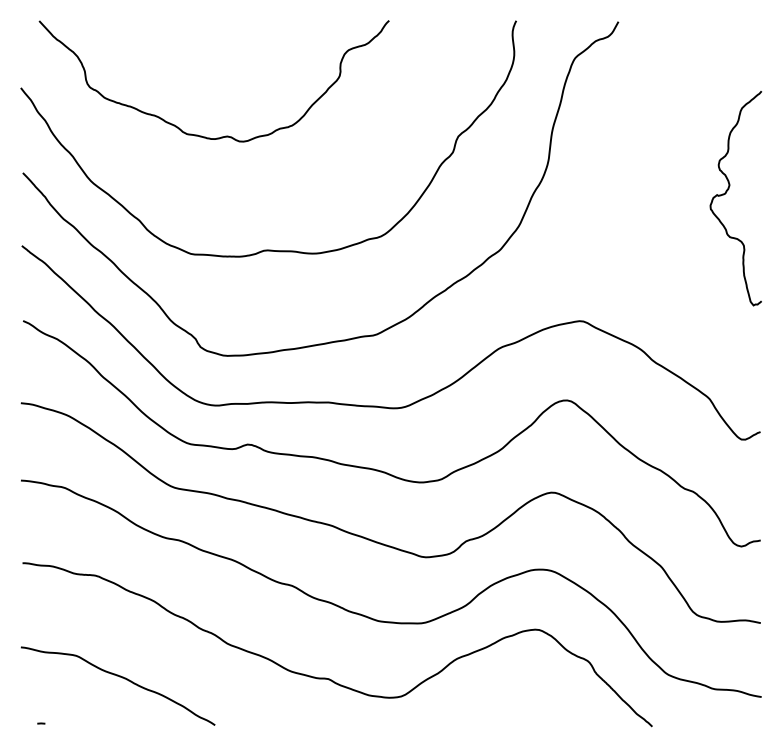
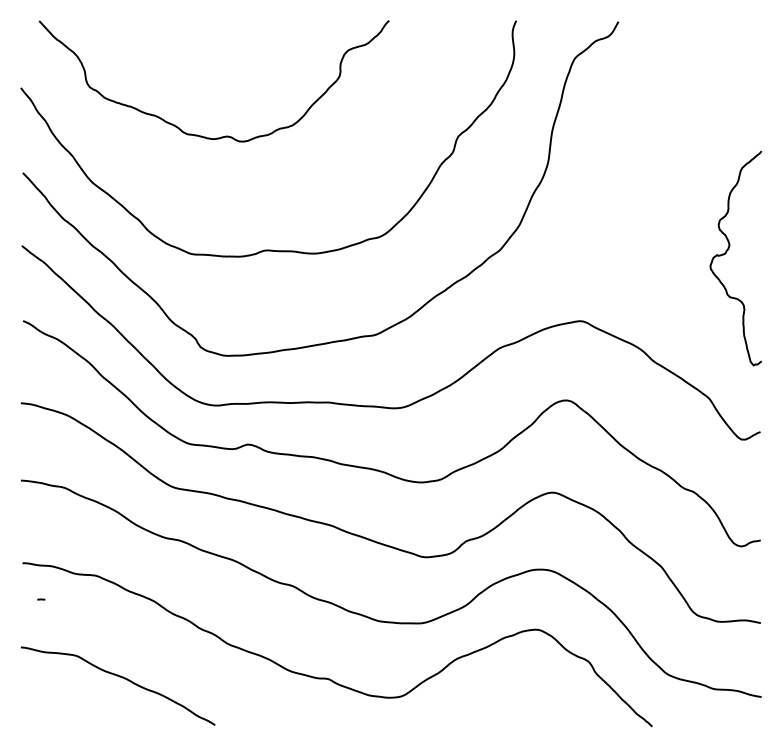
curve at (726, 193) position: (726, 193) -> (726, 253)
line at (41, 723) position: (41, 723) -> (41, 599)
